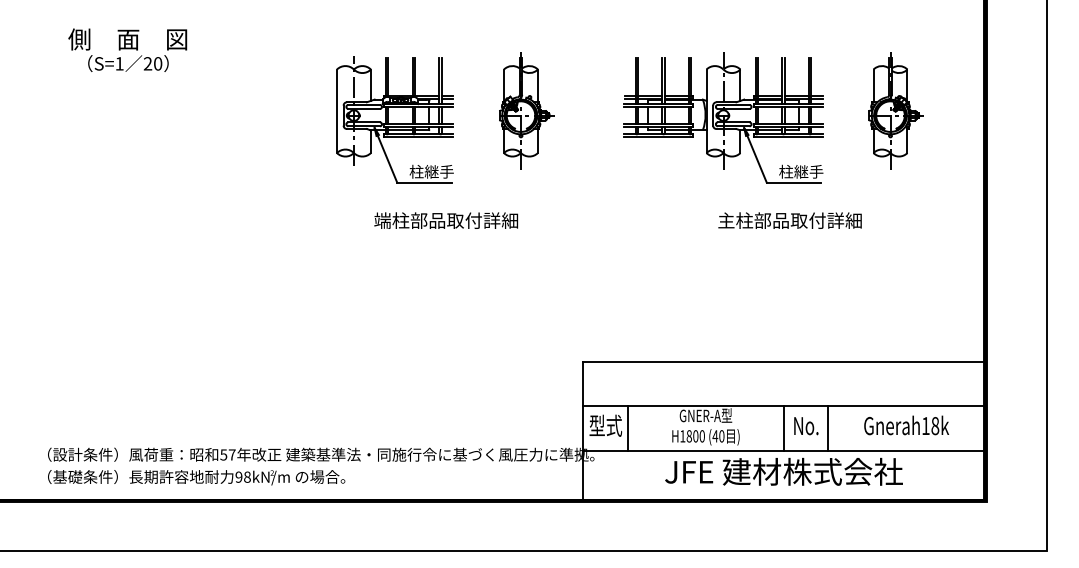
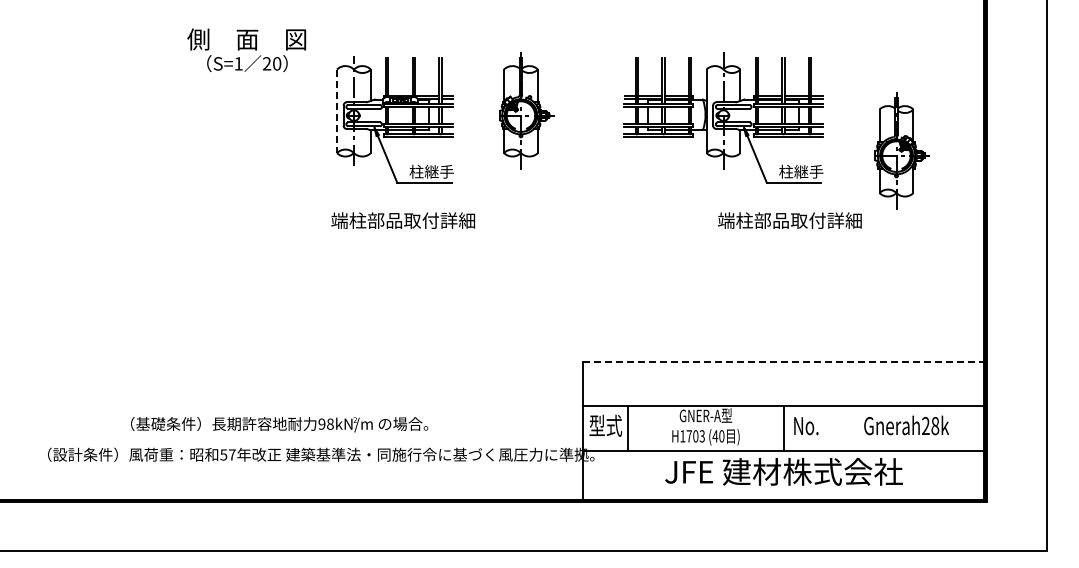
text at (127, 49) position: (127, 49) -> (246, 49)
part at (895, 110) position: (895, 110) -> (901, 150)
line at (337, 111): solid -> dashed
text at (446, 220) position: (446, 220) -> (403, 220)
text at (726, 220): 主柱部品取付詳細 -> 端柱部品取付詳細
line at (784, 361): solid -> dashed
text at (925, 425): Gnerah18k -> Gnerah28k
line at (828, 428): present -> none
text at (695, 436): H1800 -> H1703
text at (196, 477) position: (196, 477) -> (279, 424)
